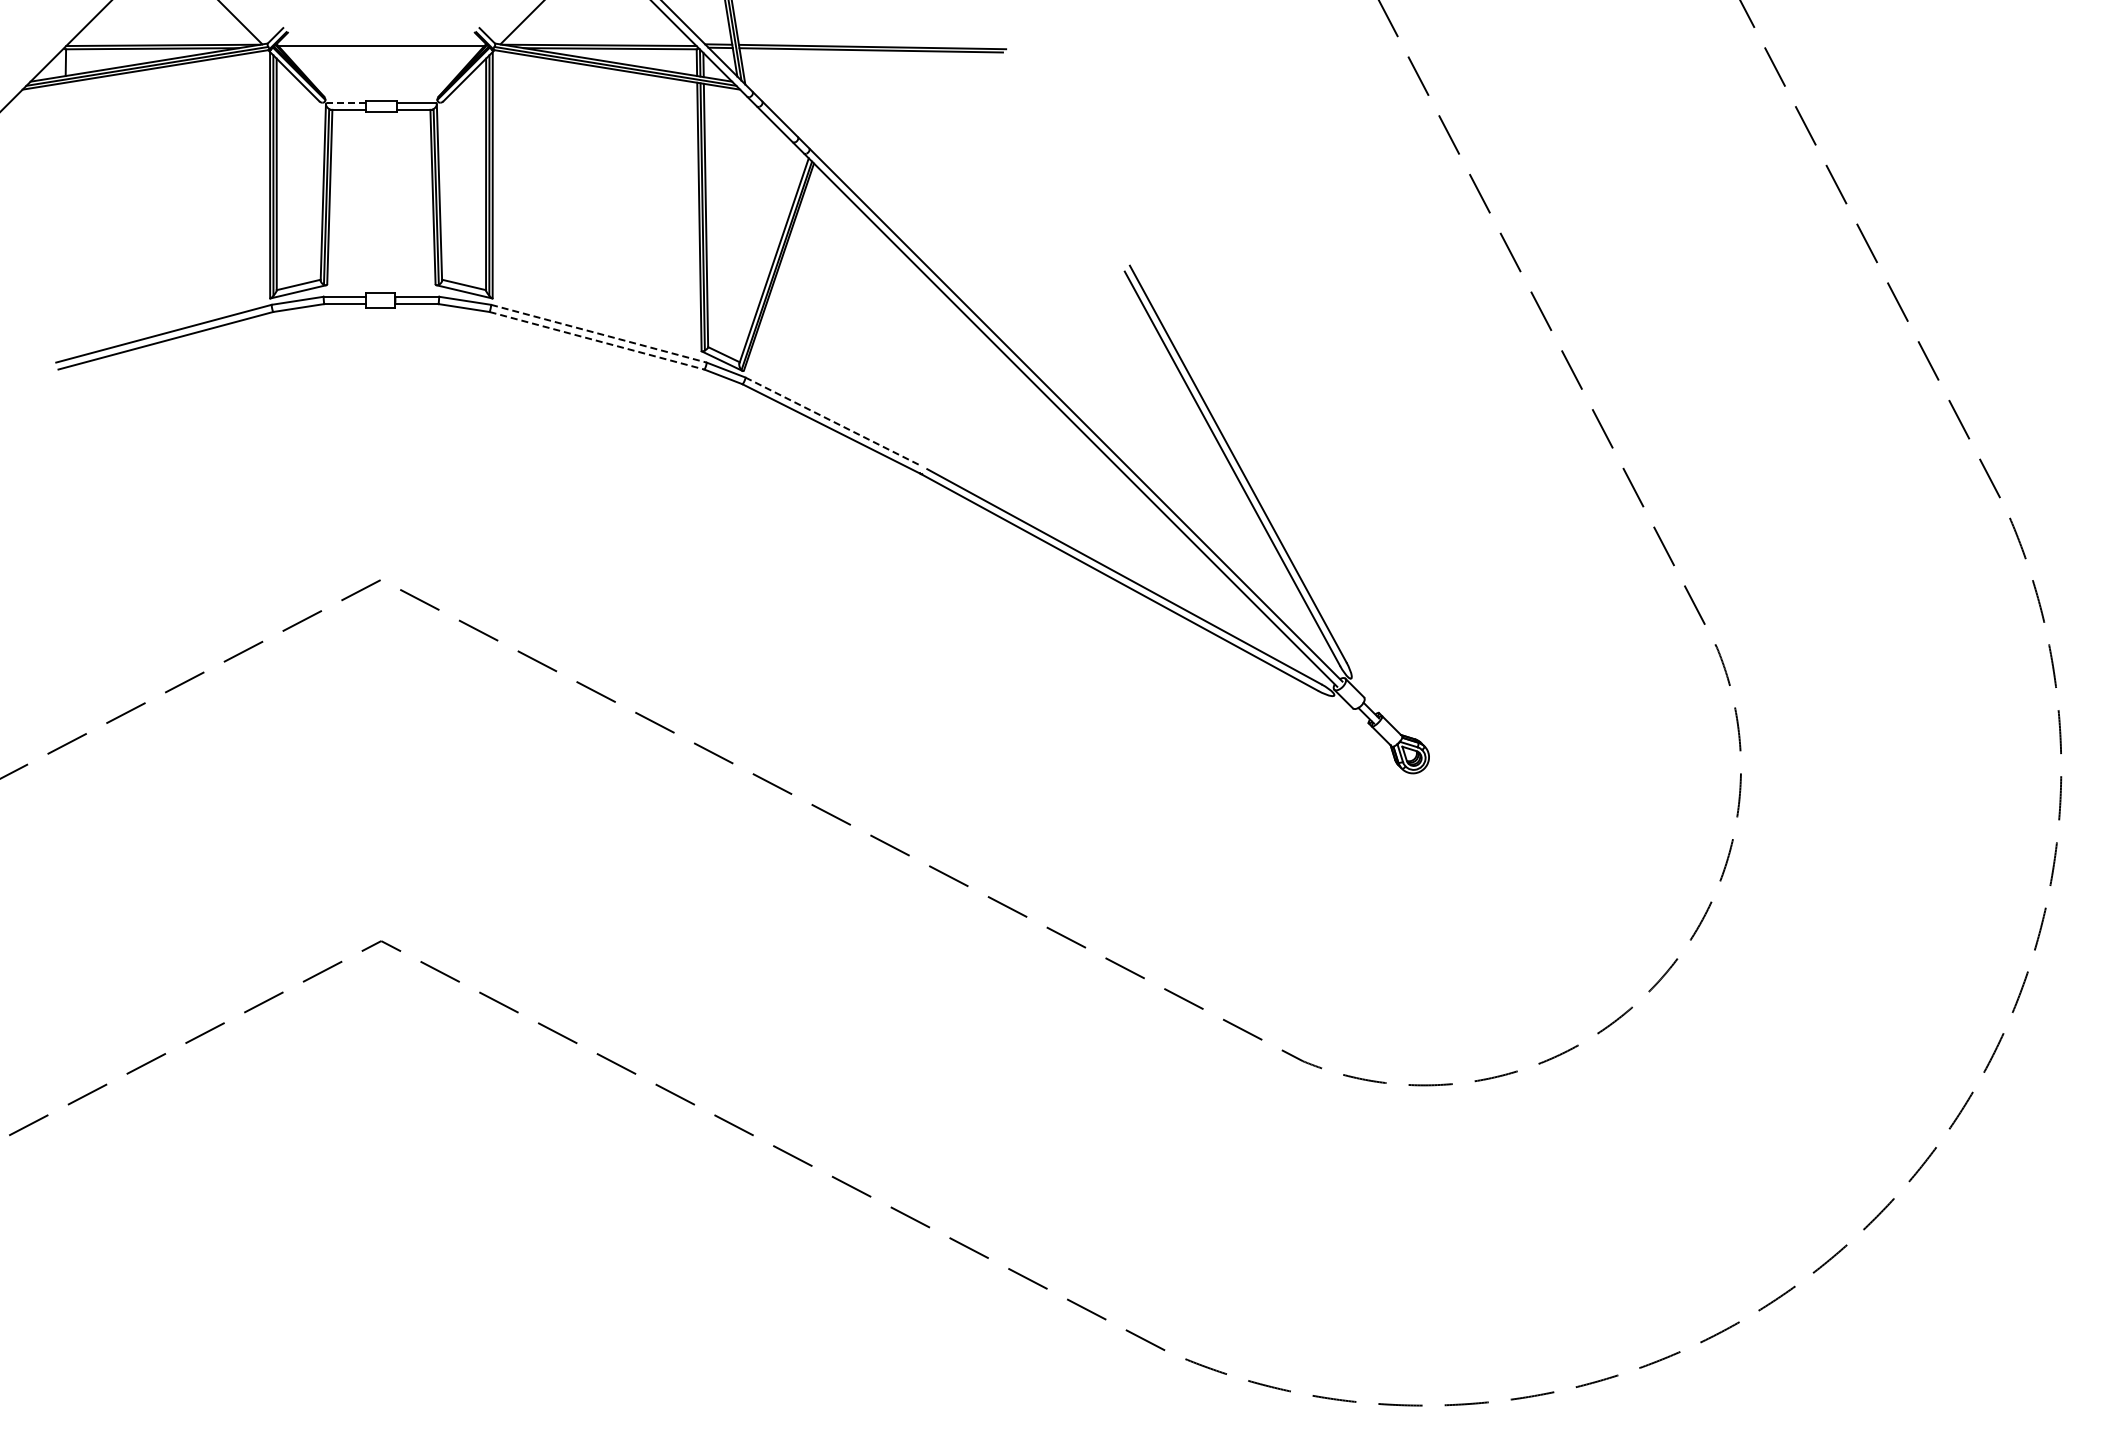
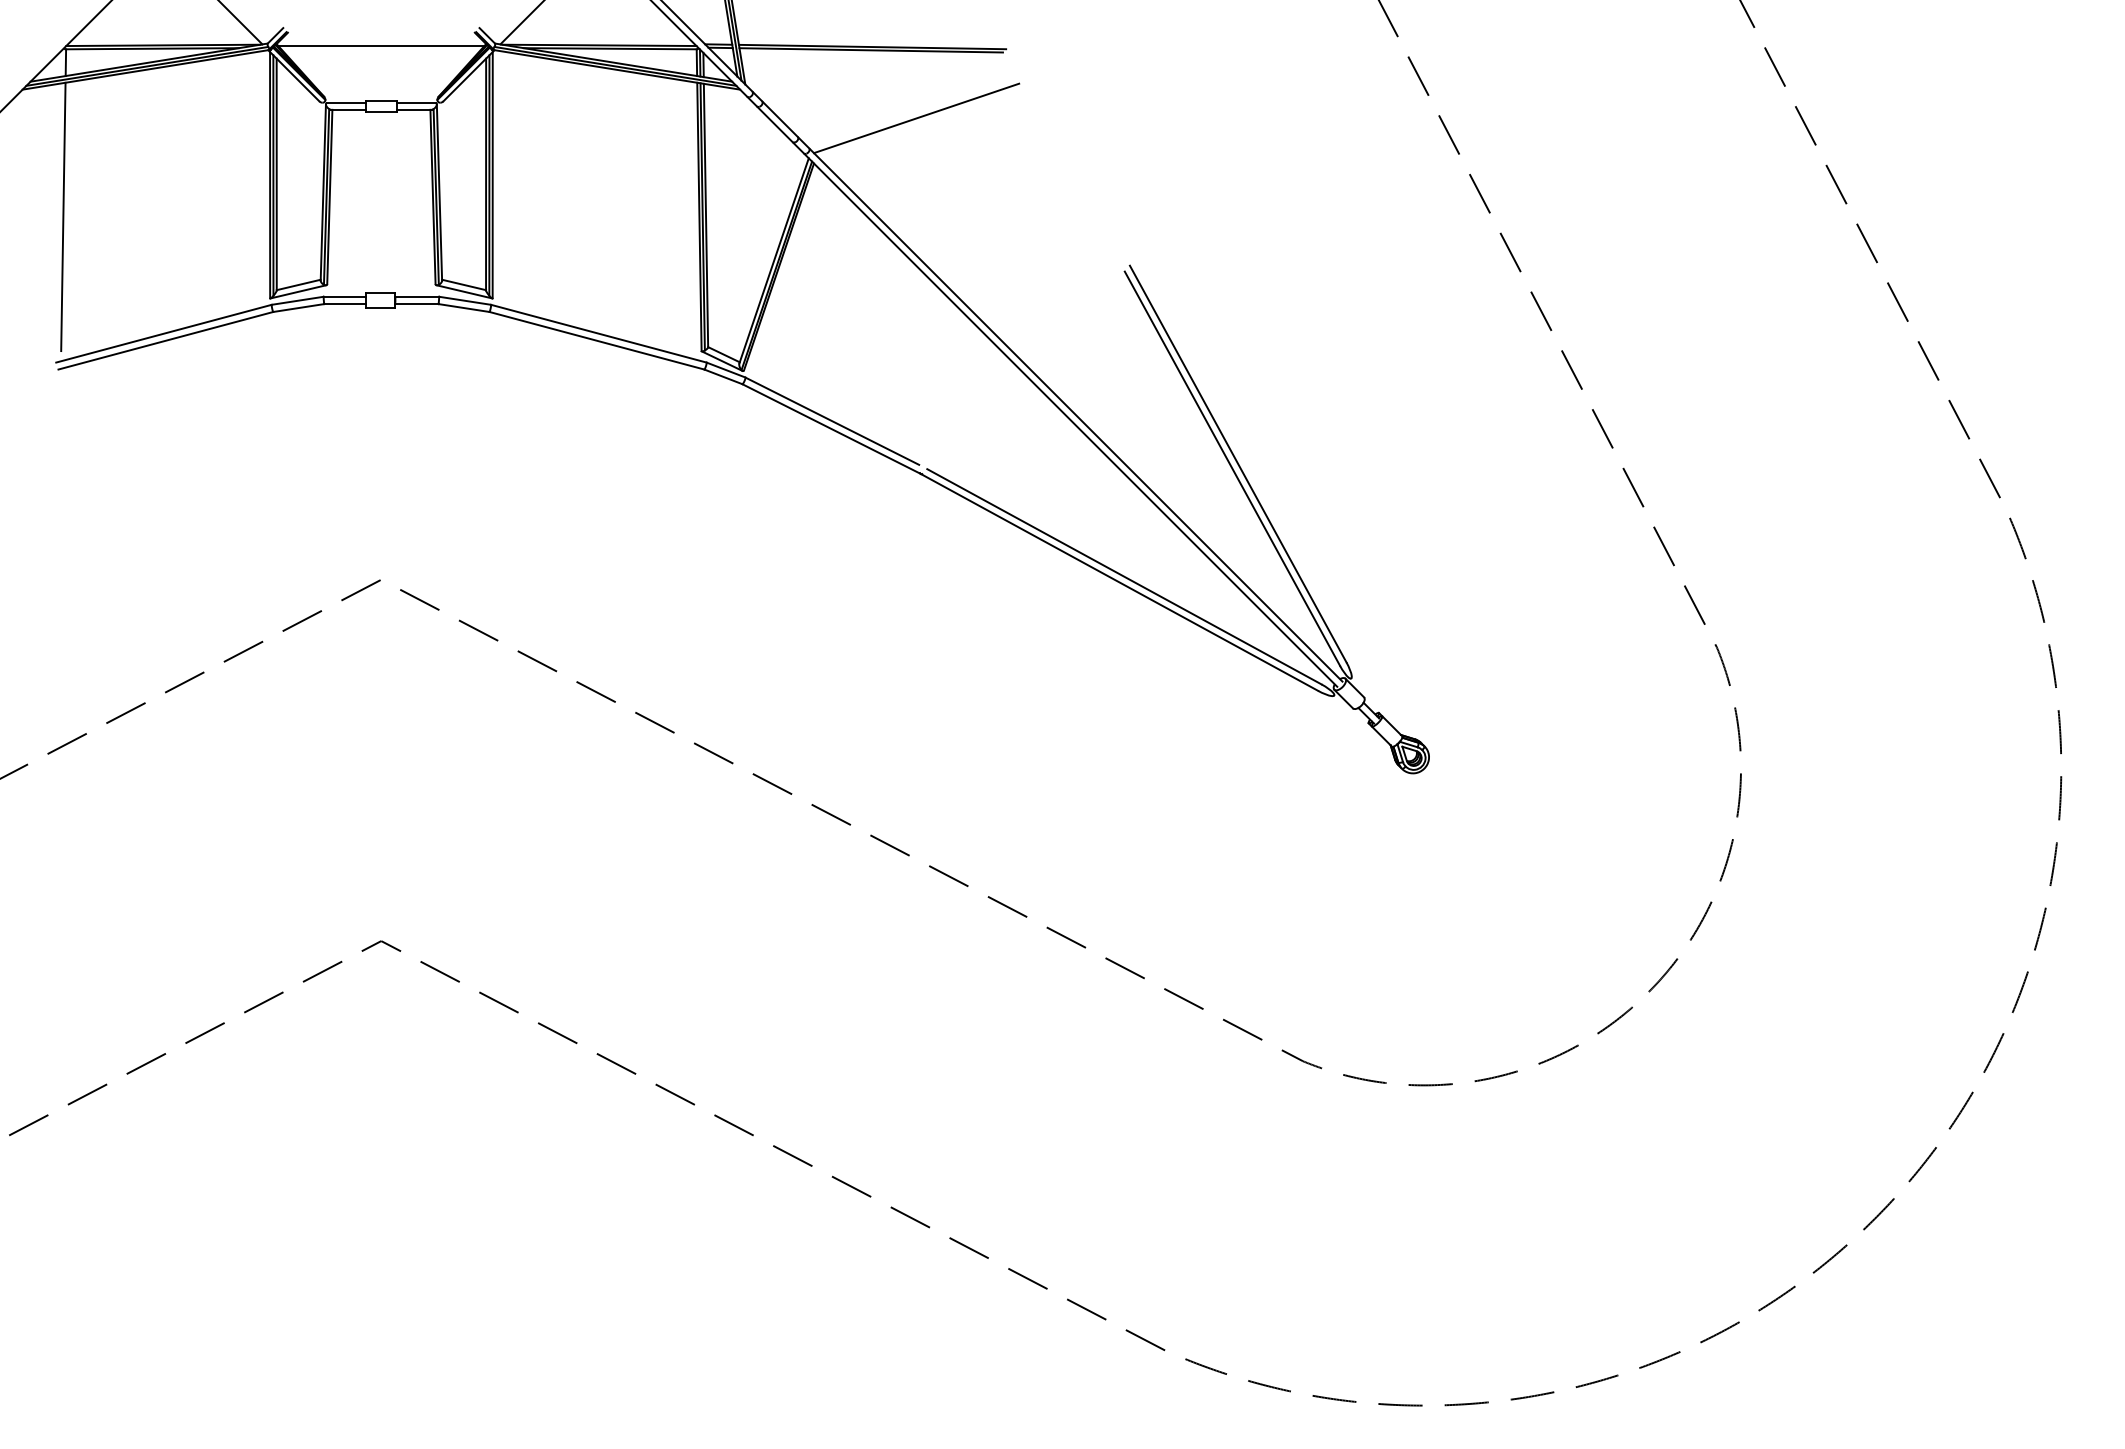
line at (345, 103): dashed -> solid
line at (916, 118): none -> present
line at (63, 216): none -> present
line at (598, 333): dashed -> solid
line at (597, 340): dashed -> solid
line at (832, 421): dashed -> solid
